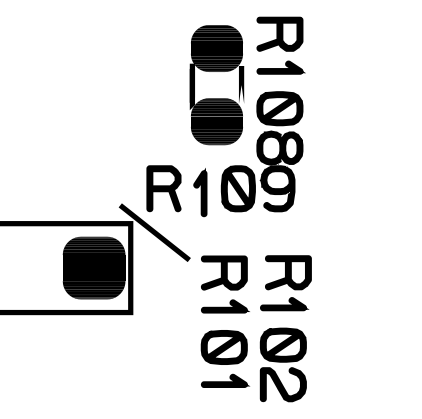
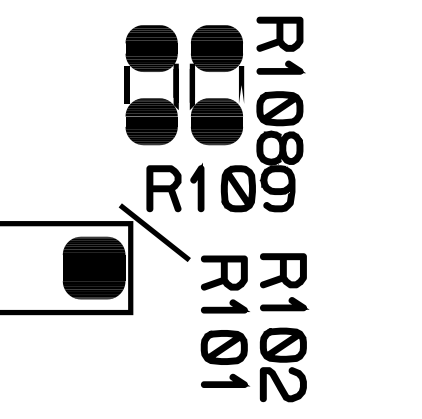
part at (151, 85): none -> present
part at (200, 192) position: (200, 192) -> (197, 187)
part at (288, 272) position: (288, 272) -> (283, 270)
